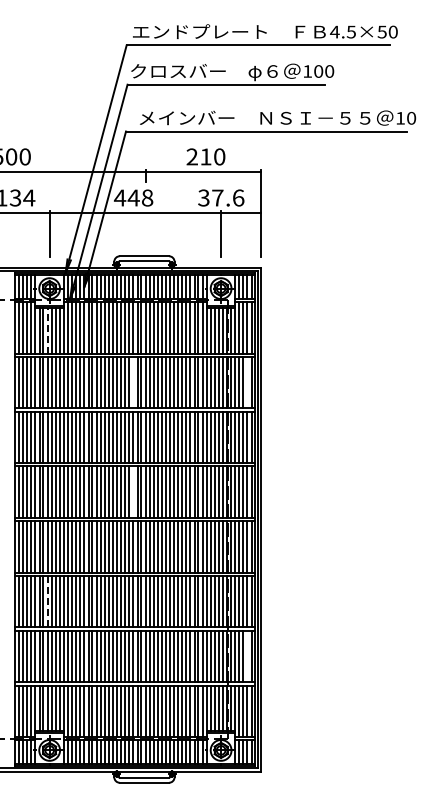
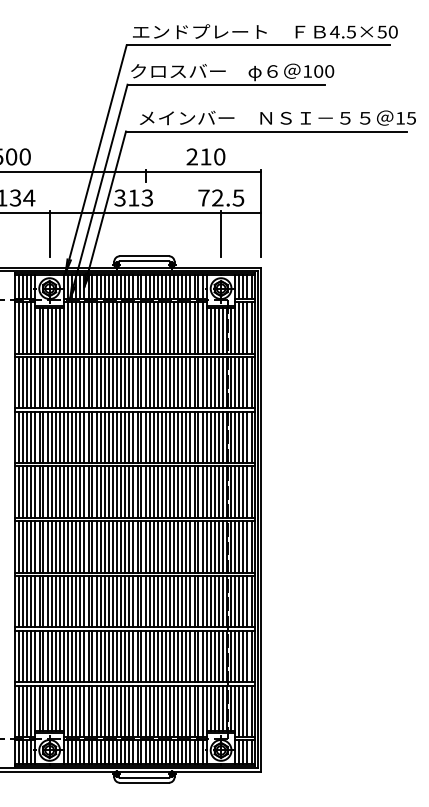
text at (411, 117): 10 -> 15
text at (133, 197): 448 -> 313
text at (221, 197): 37.6 -> 72.5
line at (47, 330): dashed -> solid
line at (133, 382): none -> present
line at (247, 382): none -> present
line at (133, 491): none -> present
line at (47, 601): dashed -> solid
line at (247, 656): none -> present
